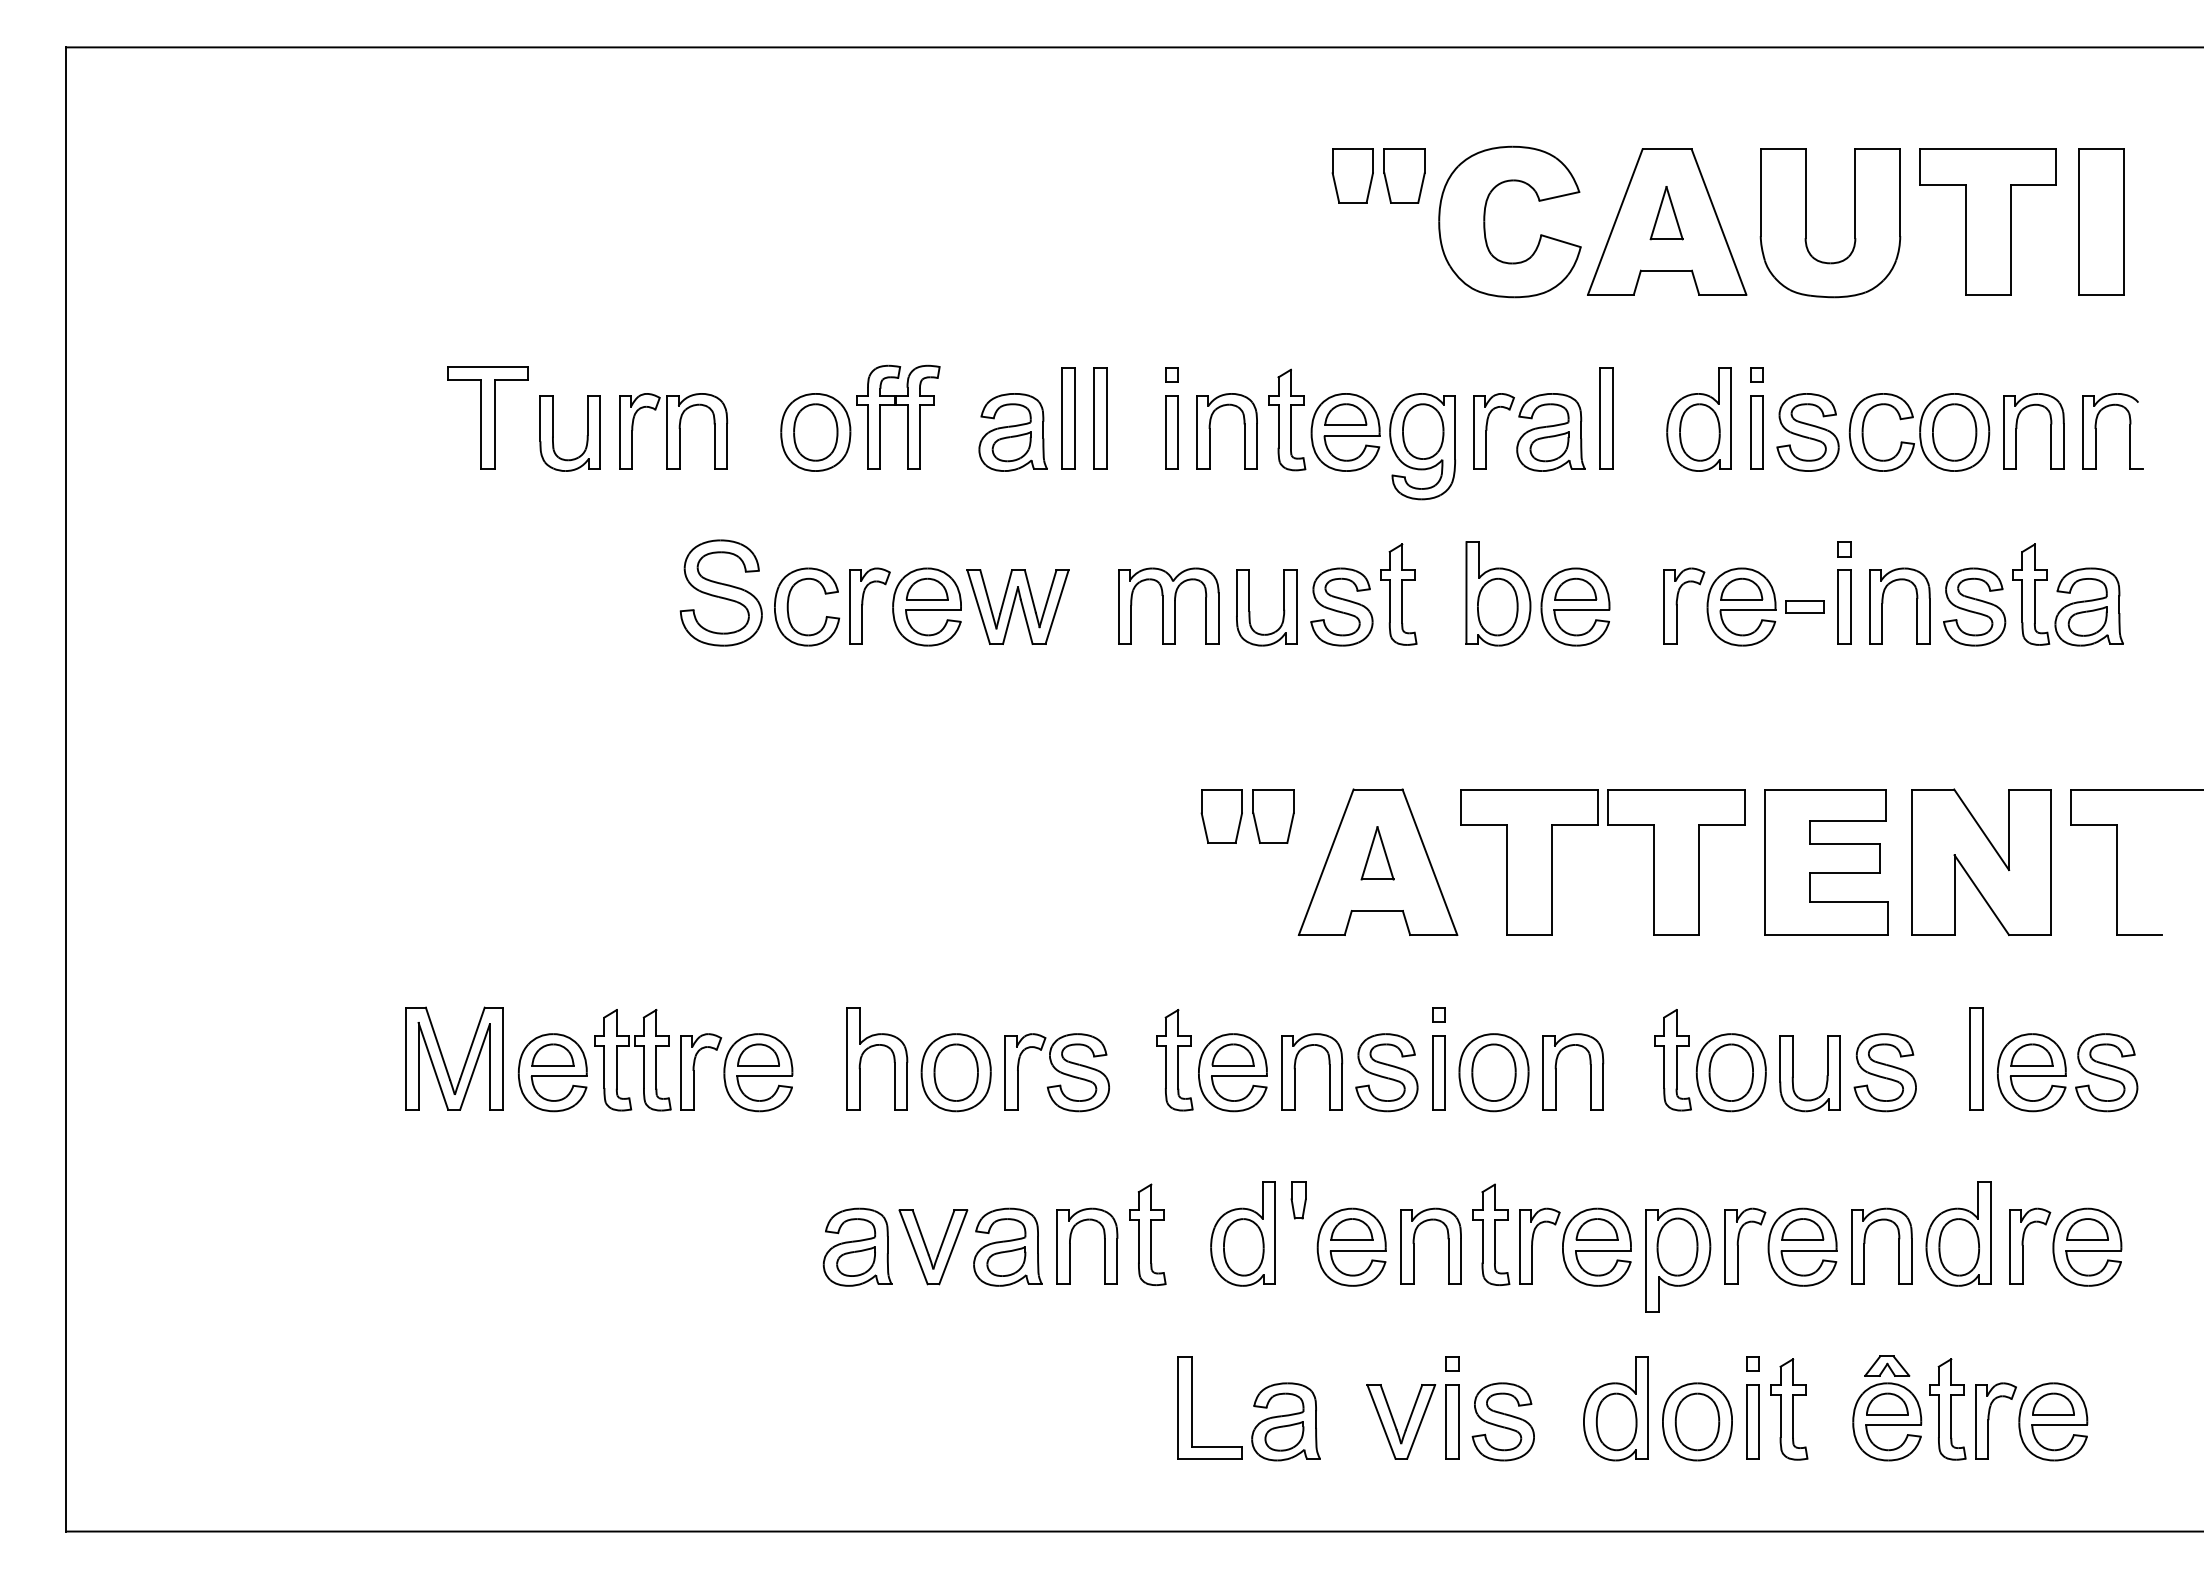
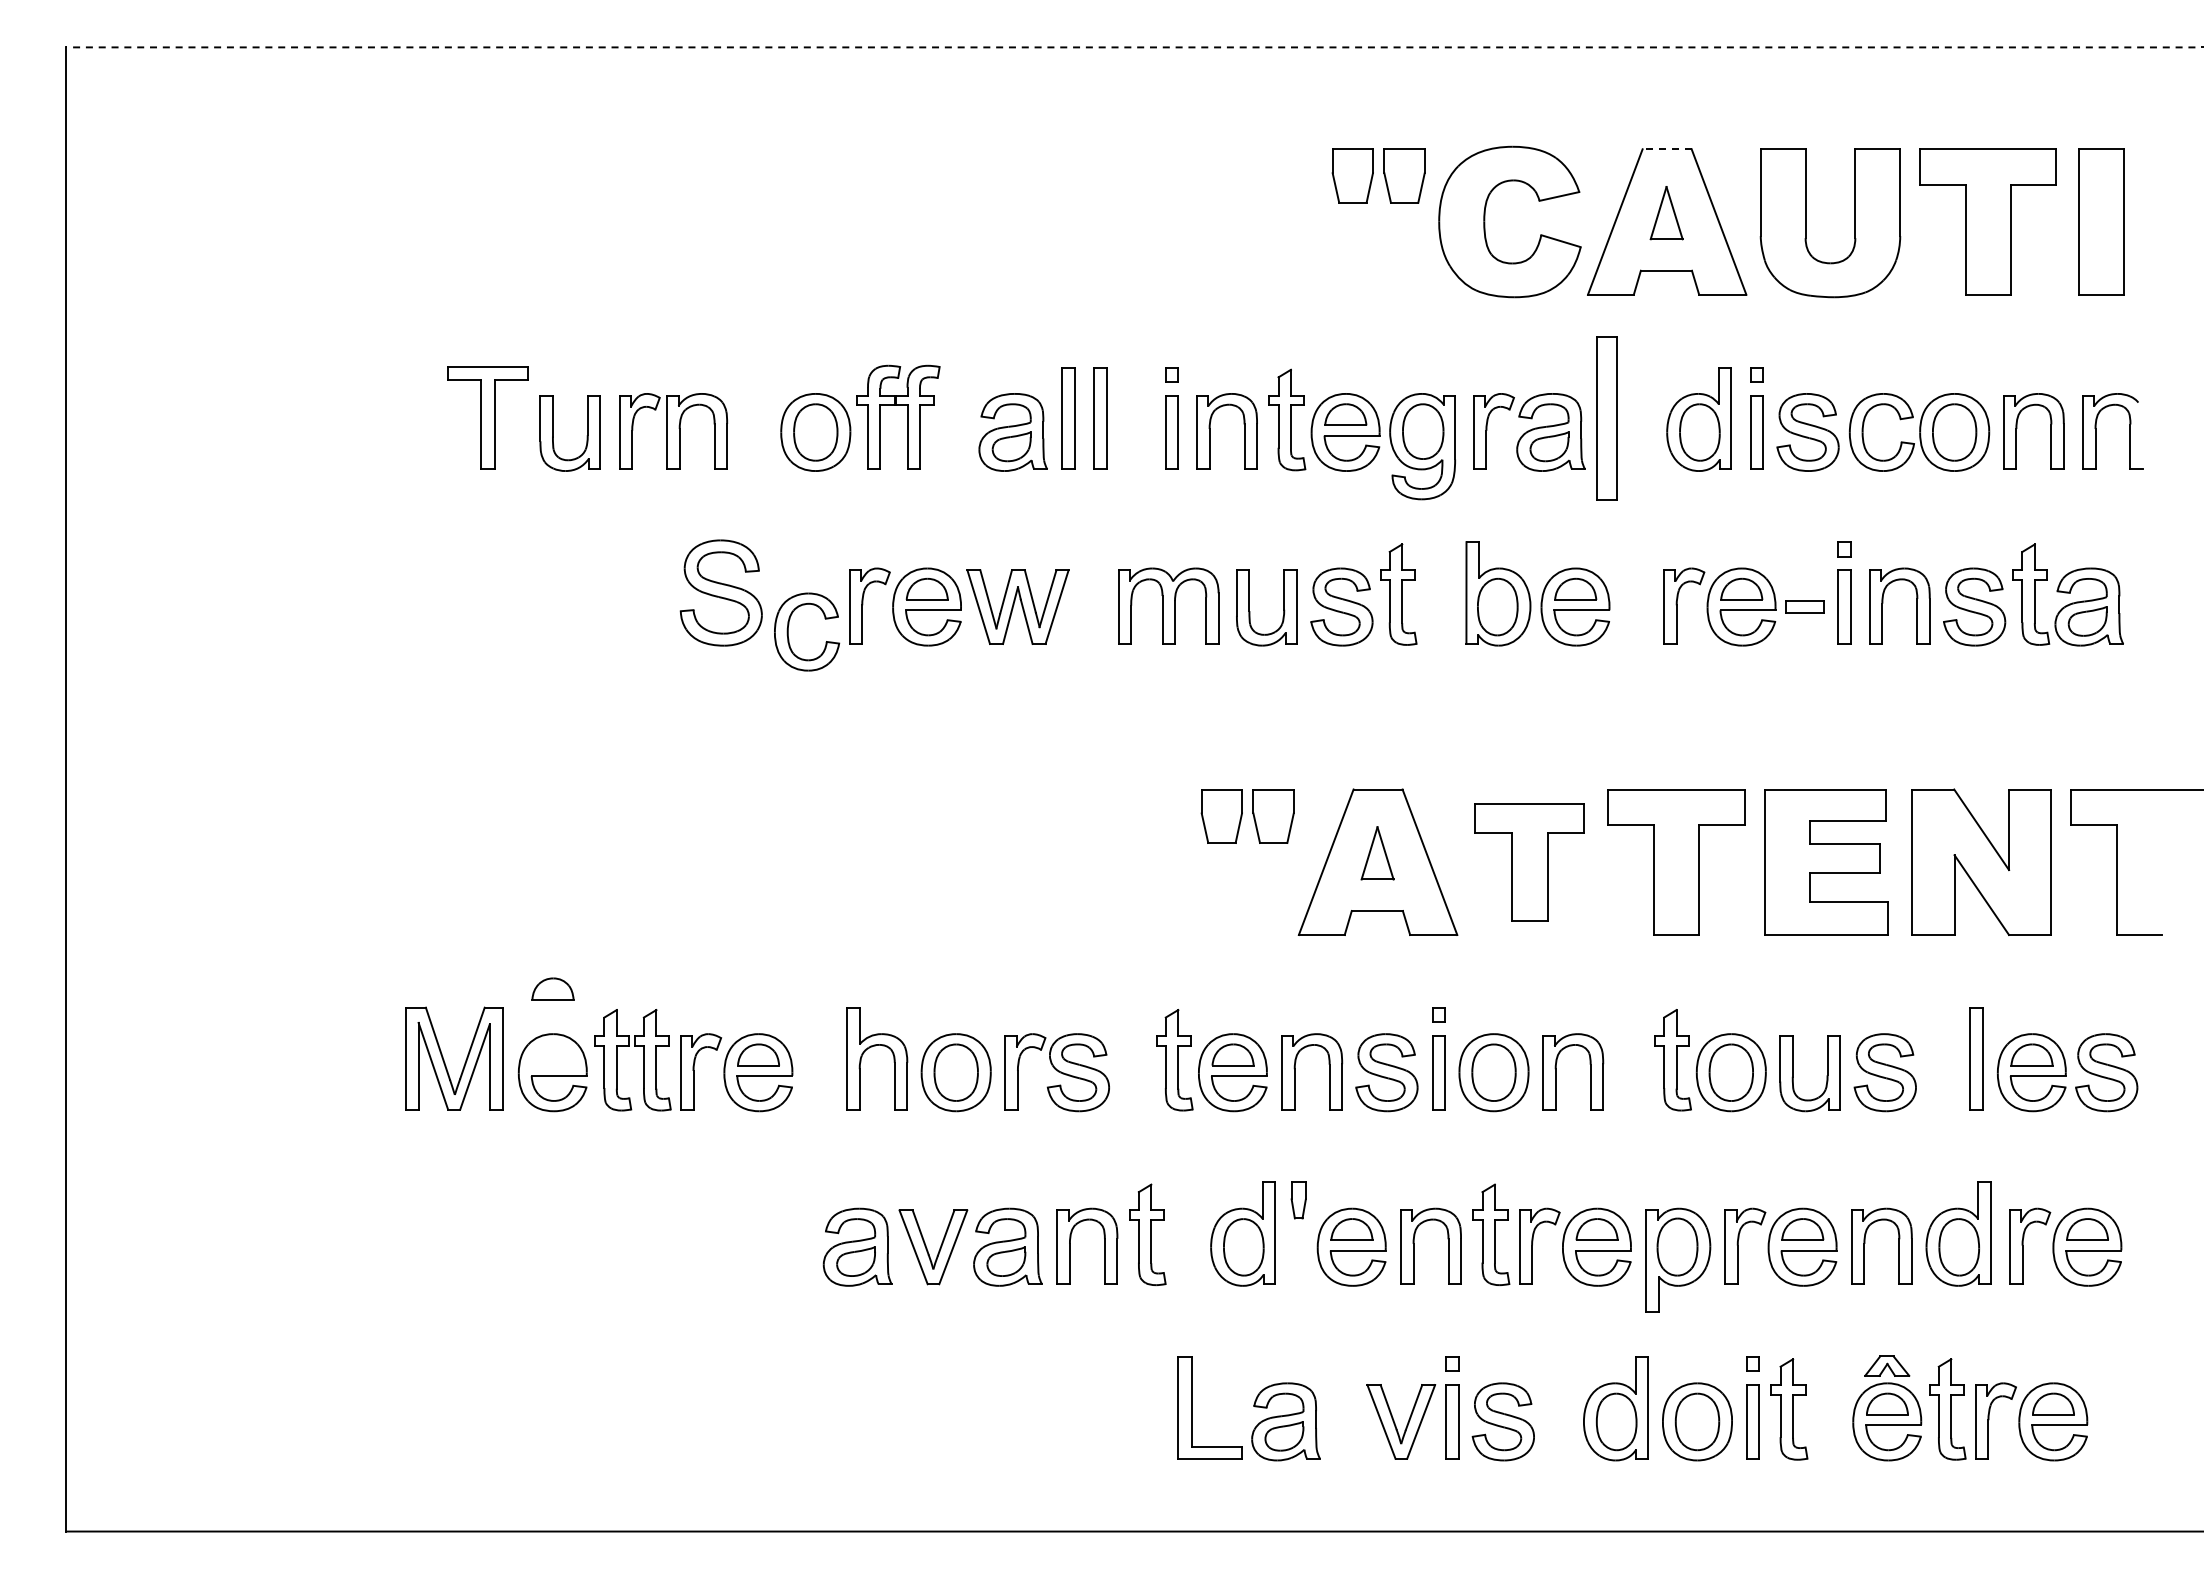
line at (1134, 47): solid -> dashed
line at (1667, 149): solid -> dashed
part at (1606, 418) size: 15x103 px -> 22x165 px
part at (789, 600) position: (789, 600) -> (789, 625)
part at (1529, 862) size: 139x147 px -> 111x119 px
part at (552, 1054) position: (552, 1054) -> (552, 988)
